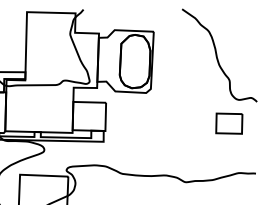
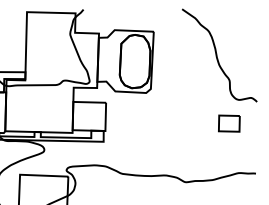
part at (229, 123) size: 29x23 px -> 23x19 px
